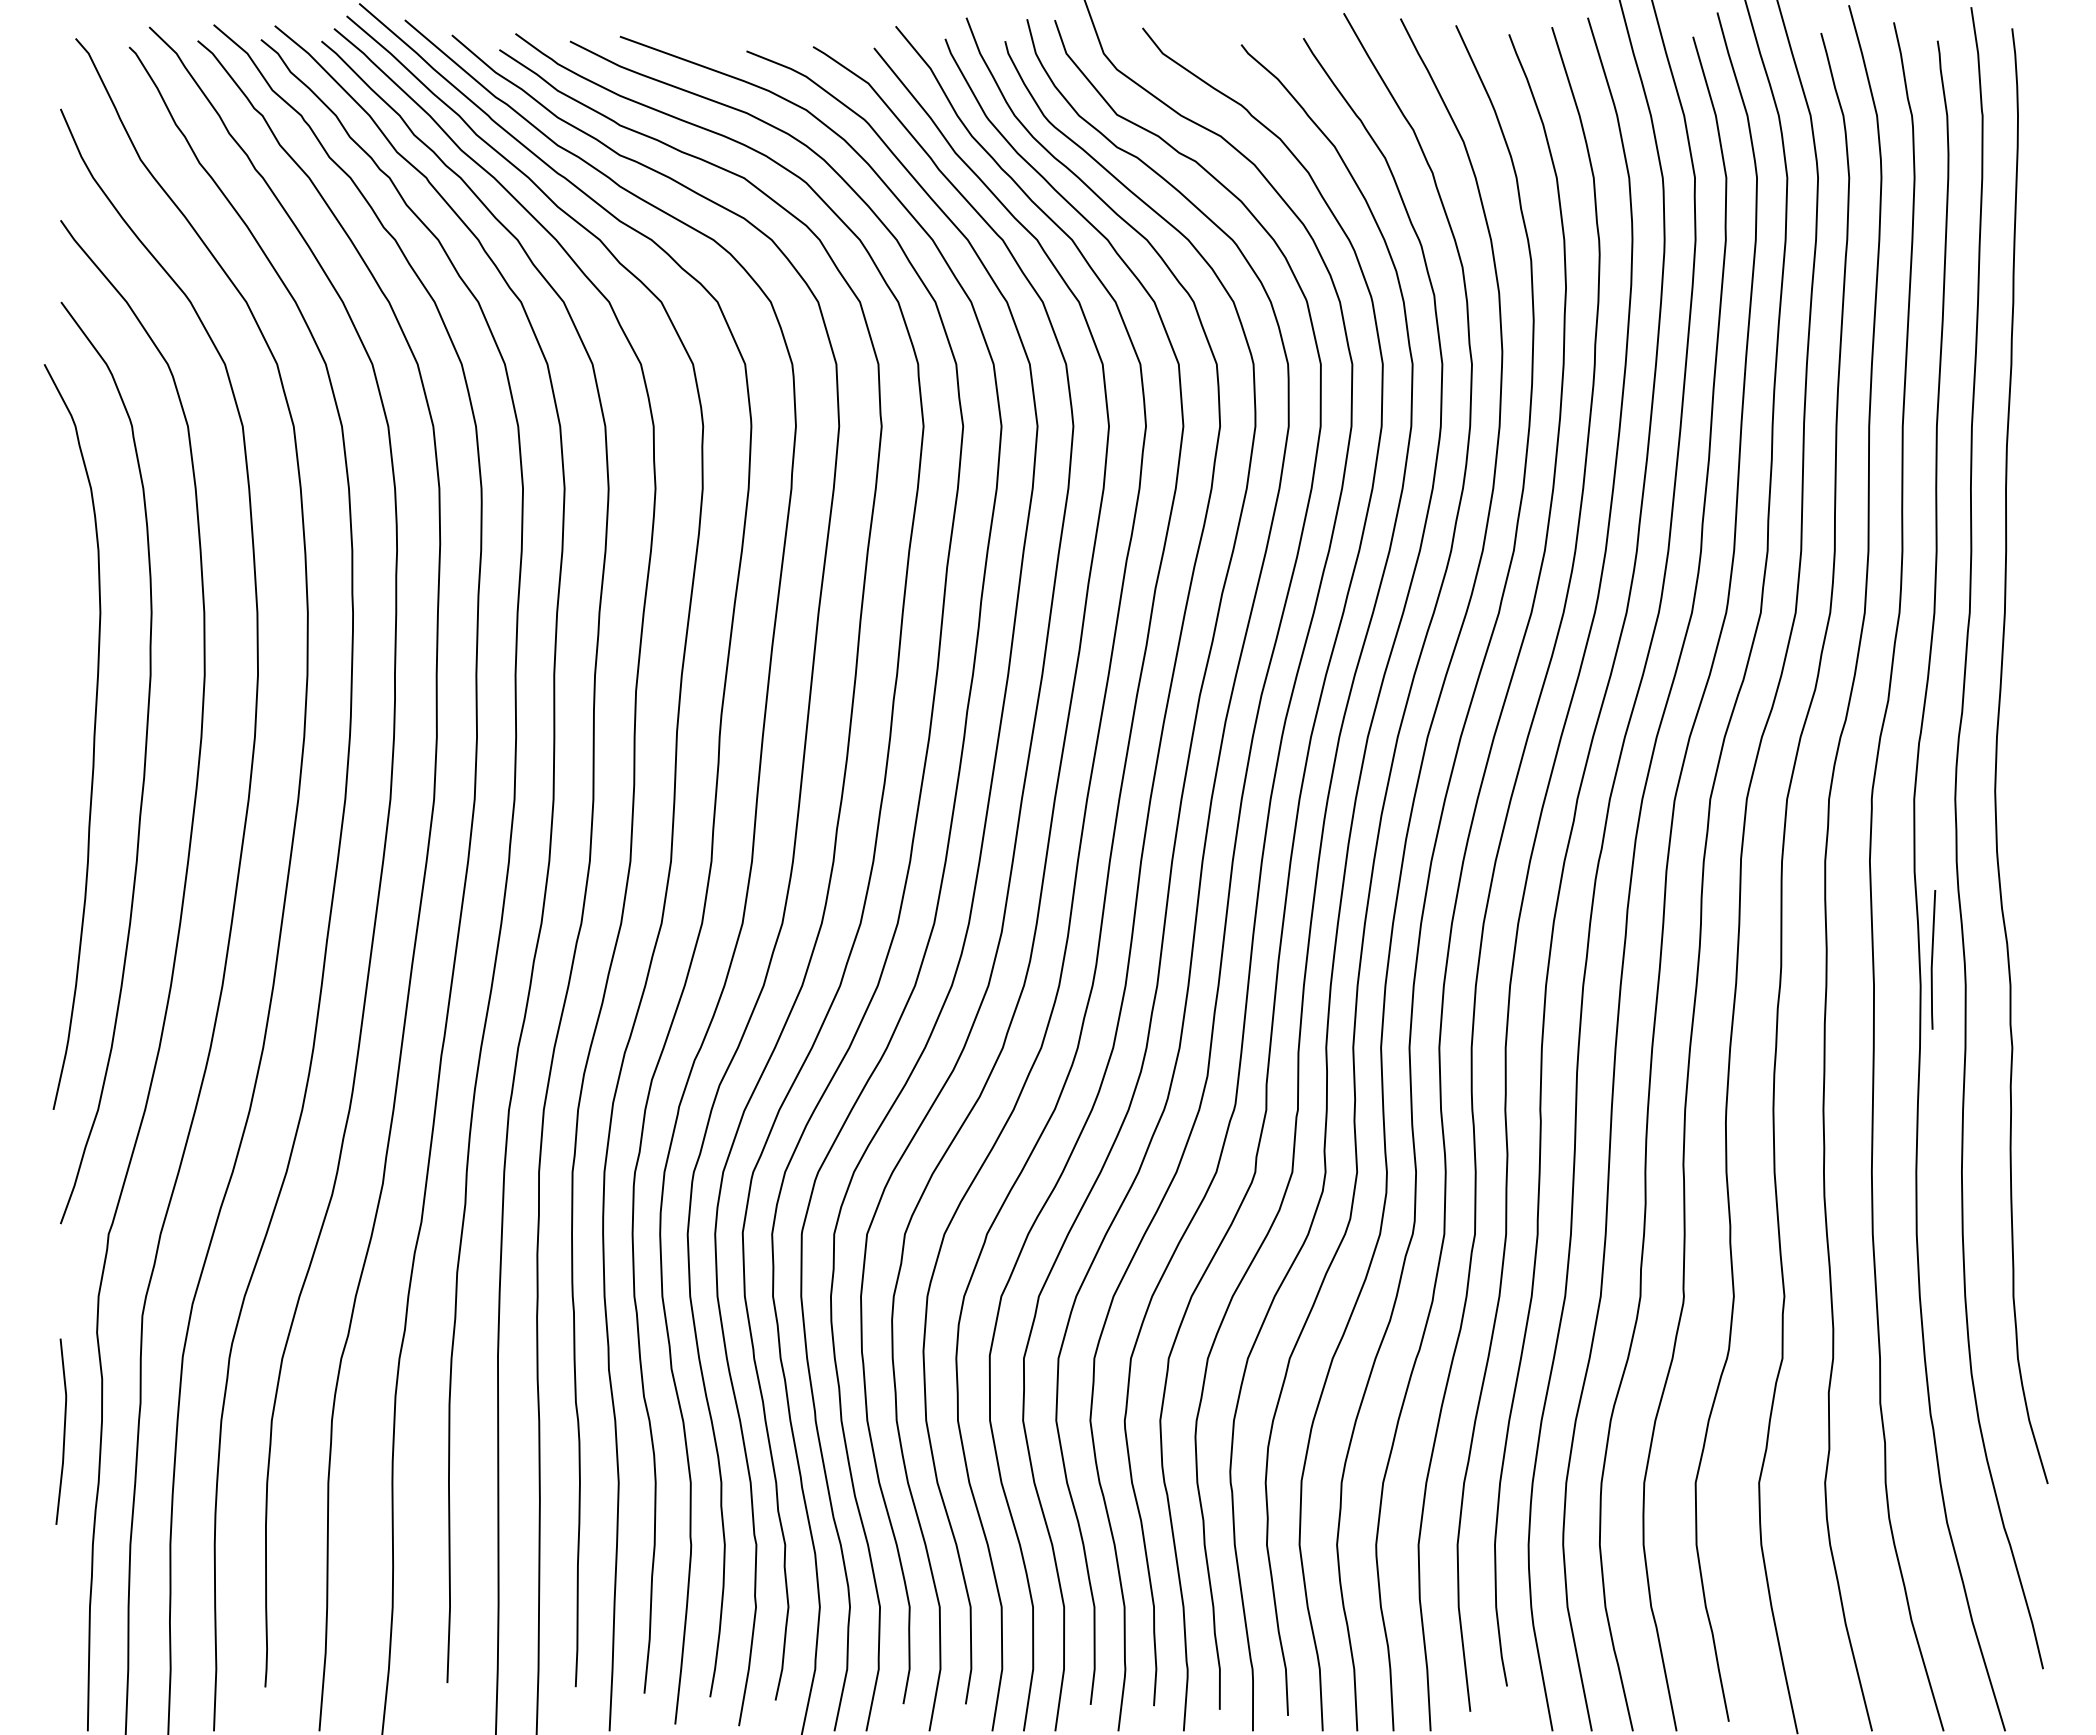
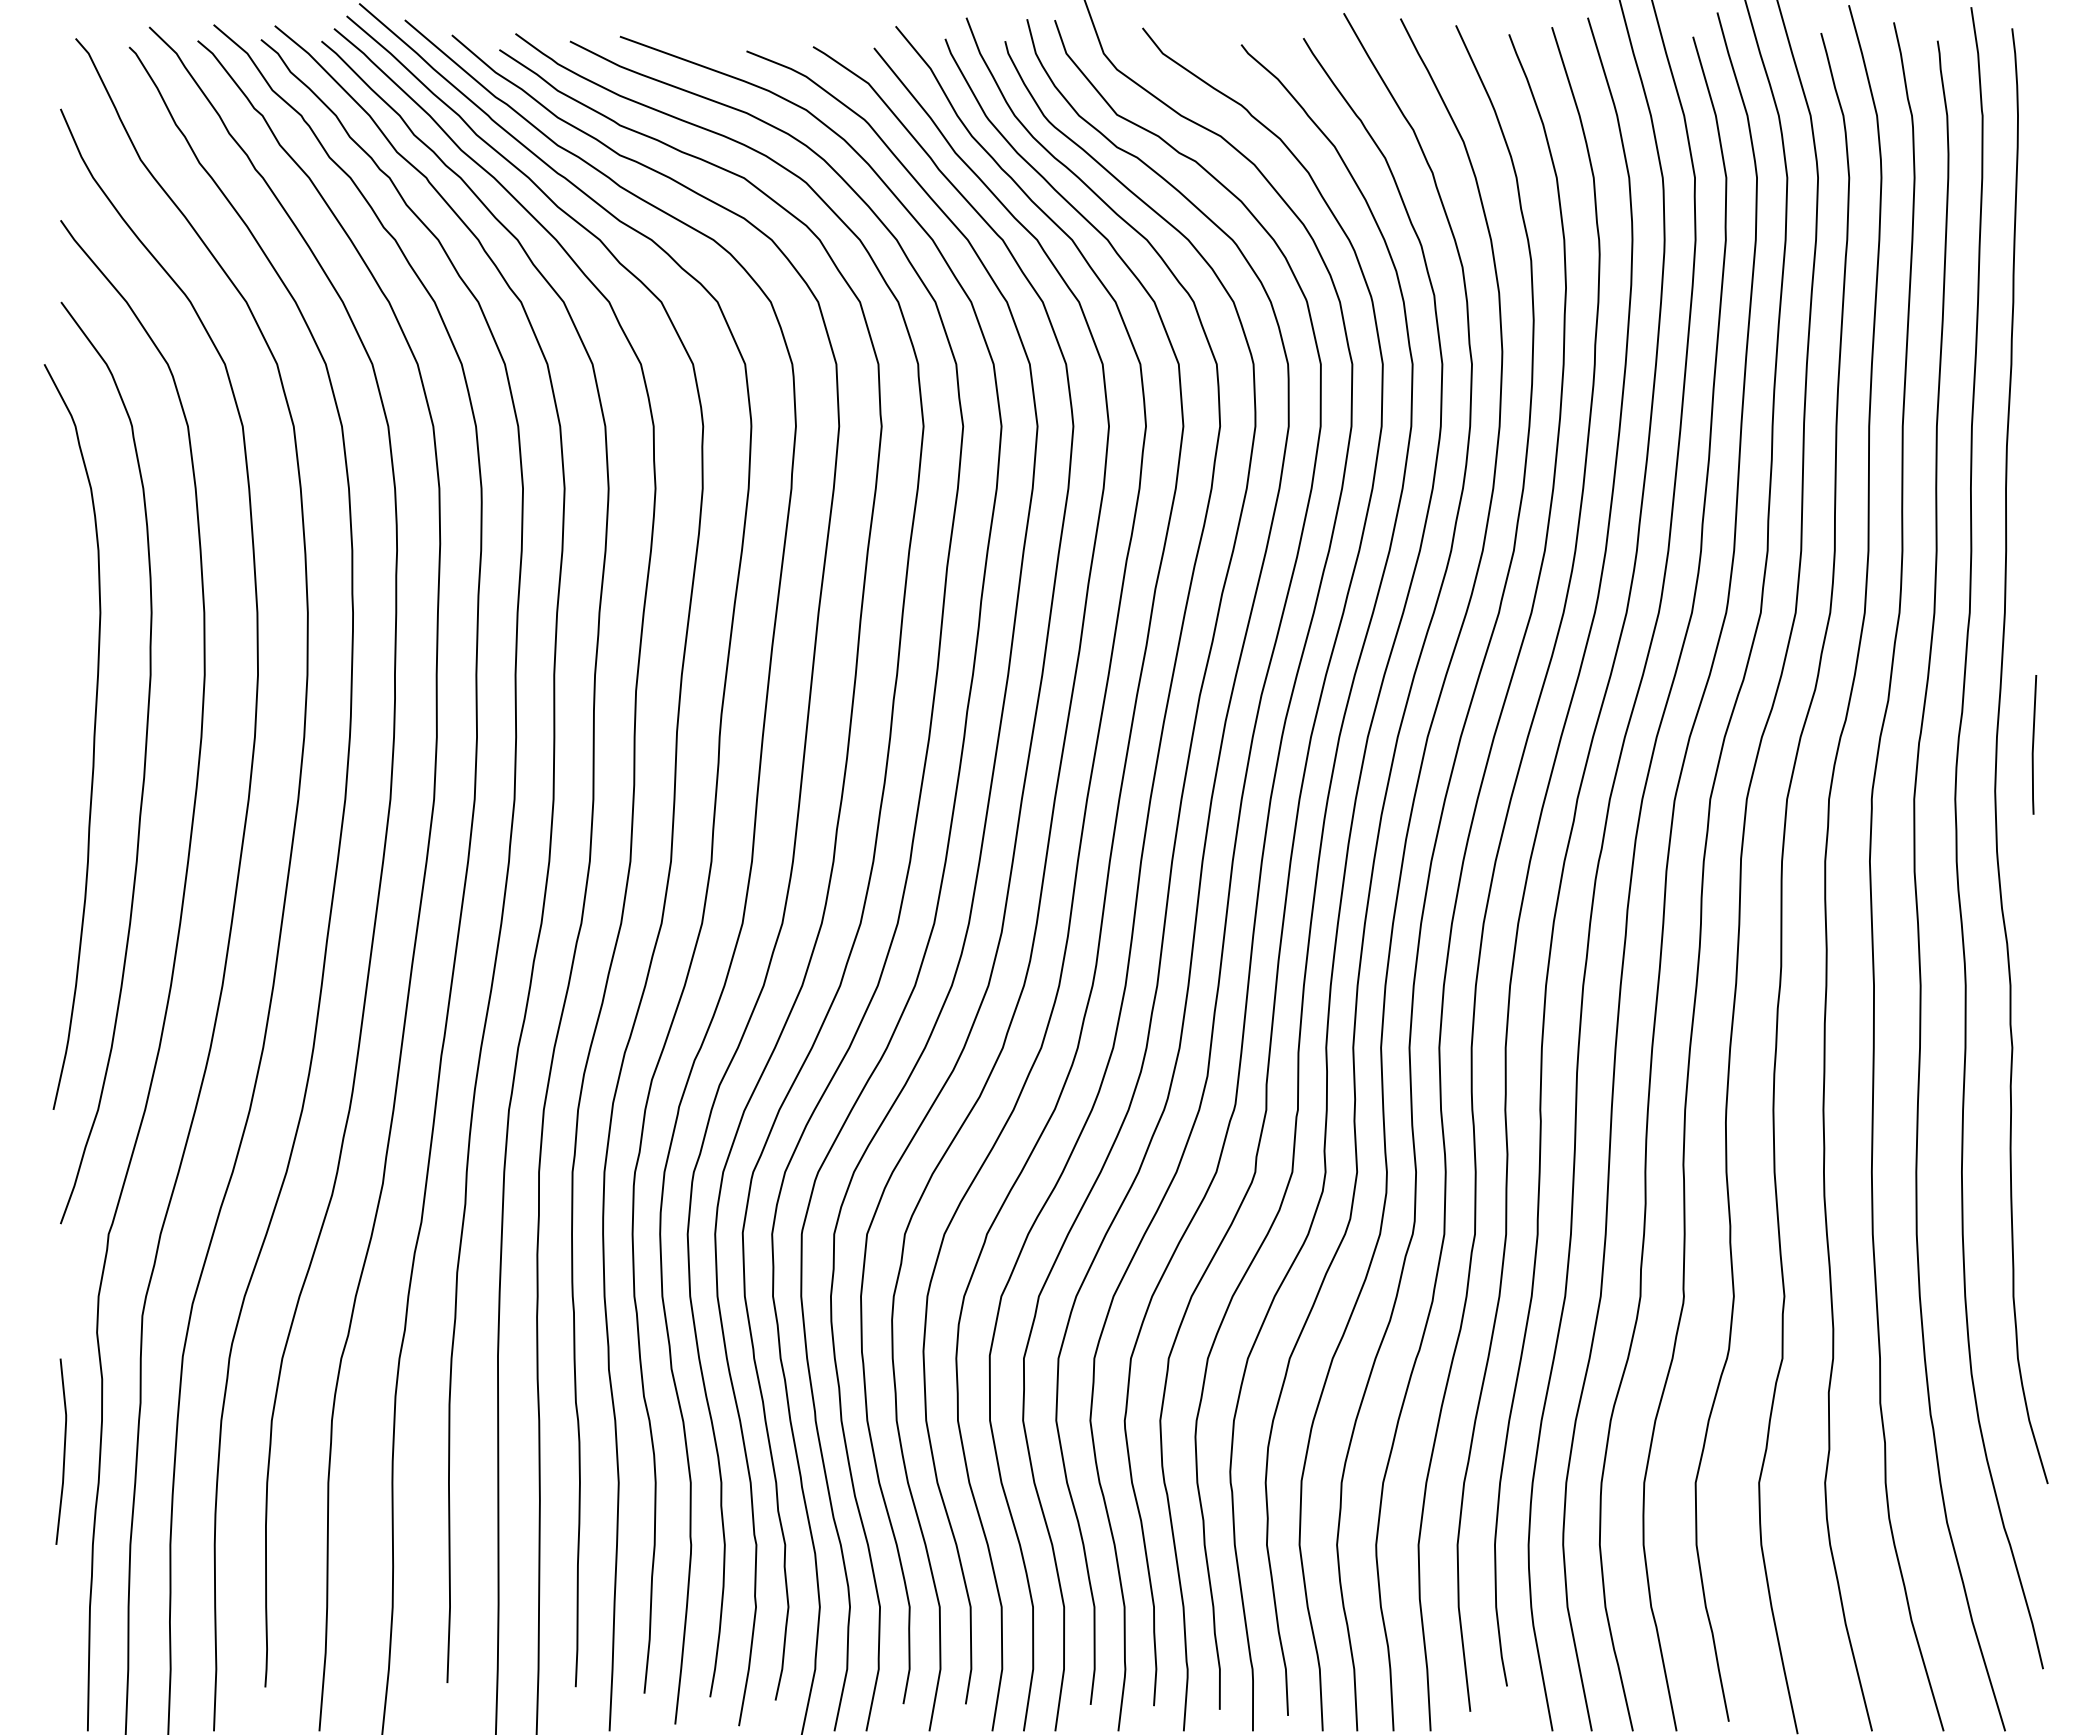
line at (1933, 958) position: (1933, 958) -> (2034, 743)
line at (63, 1431) position: (63, 1431) -> (63, 1451)
